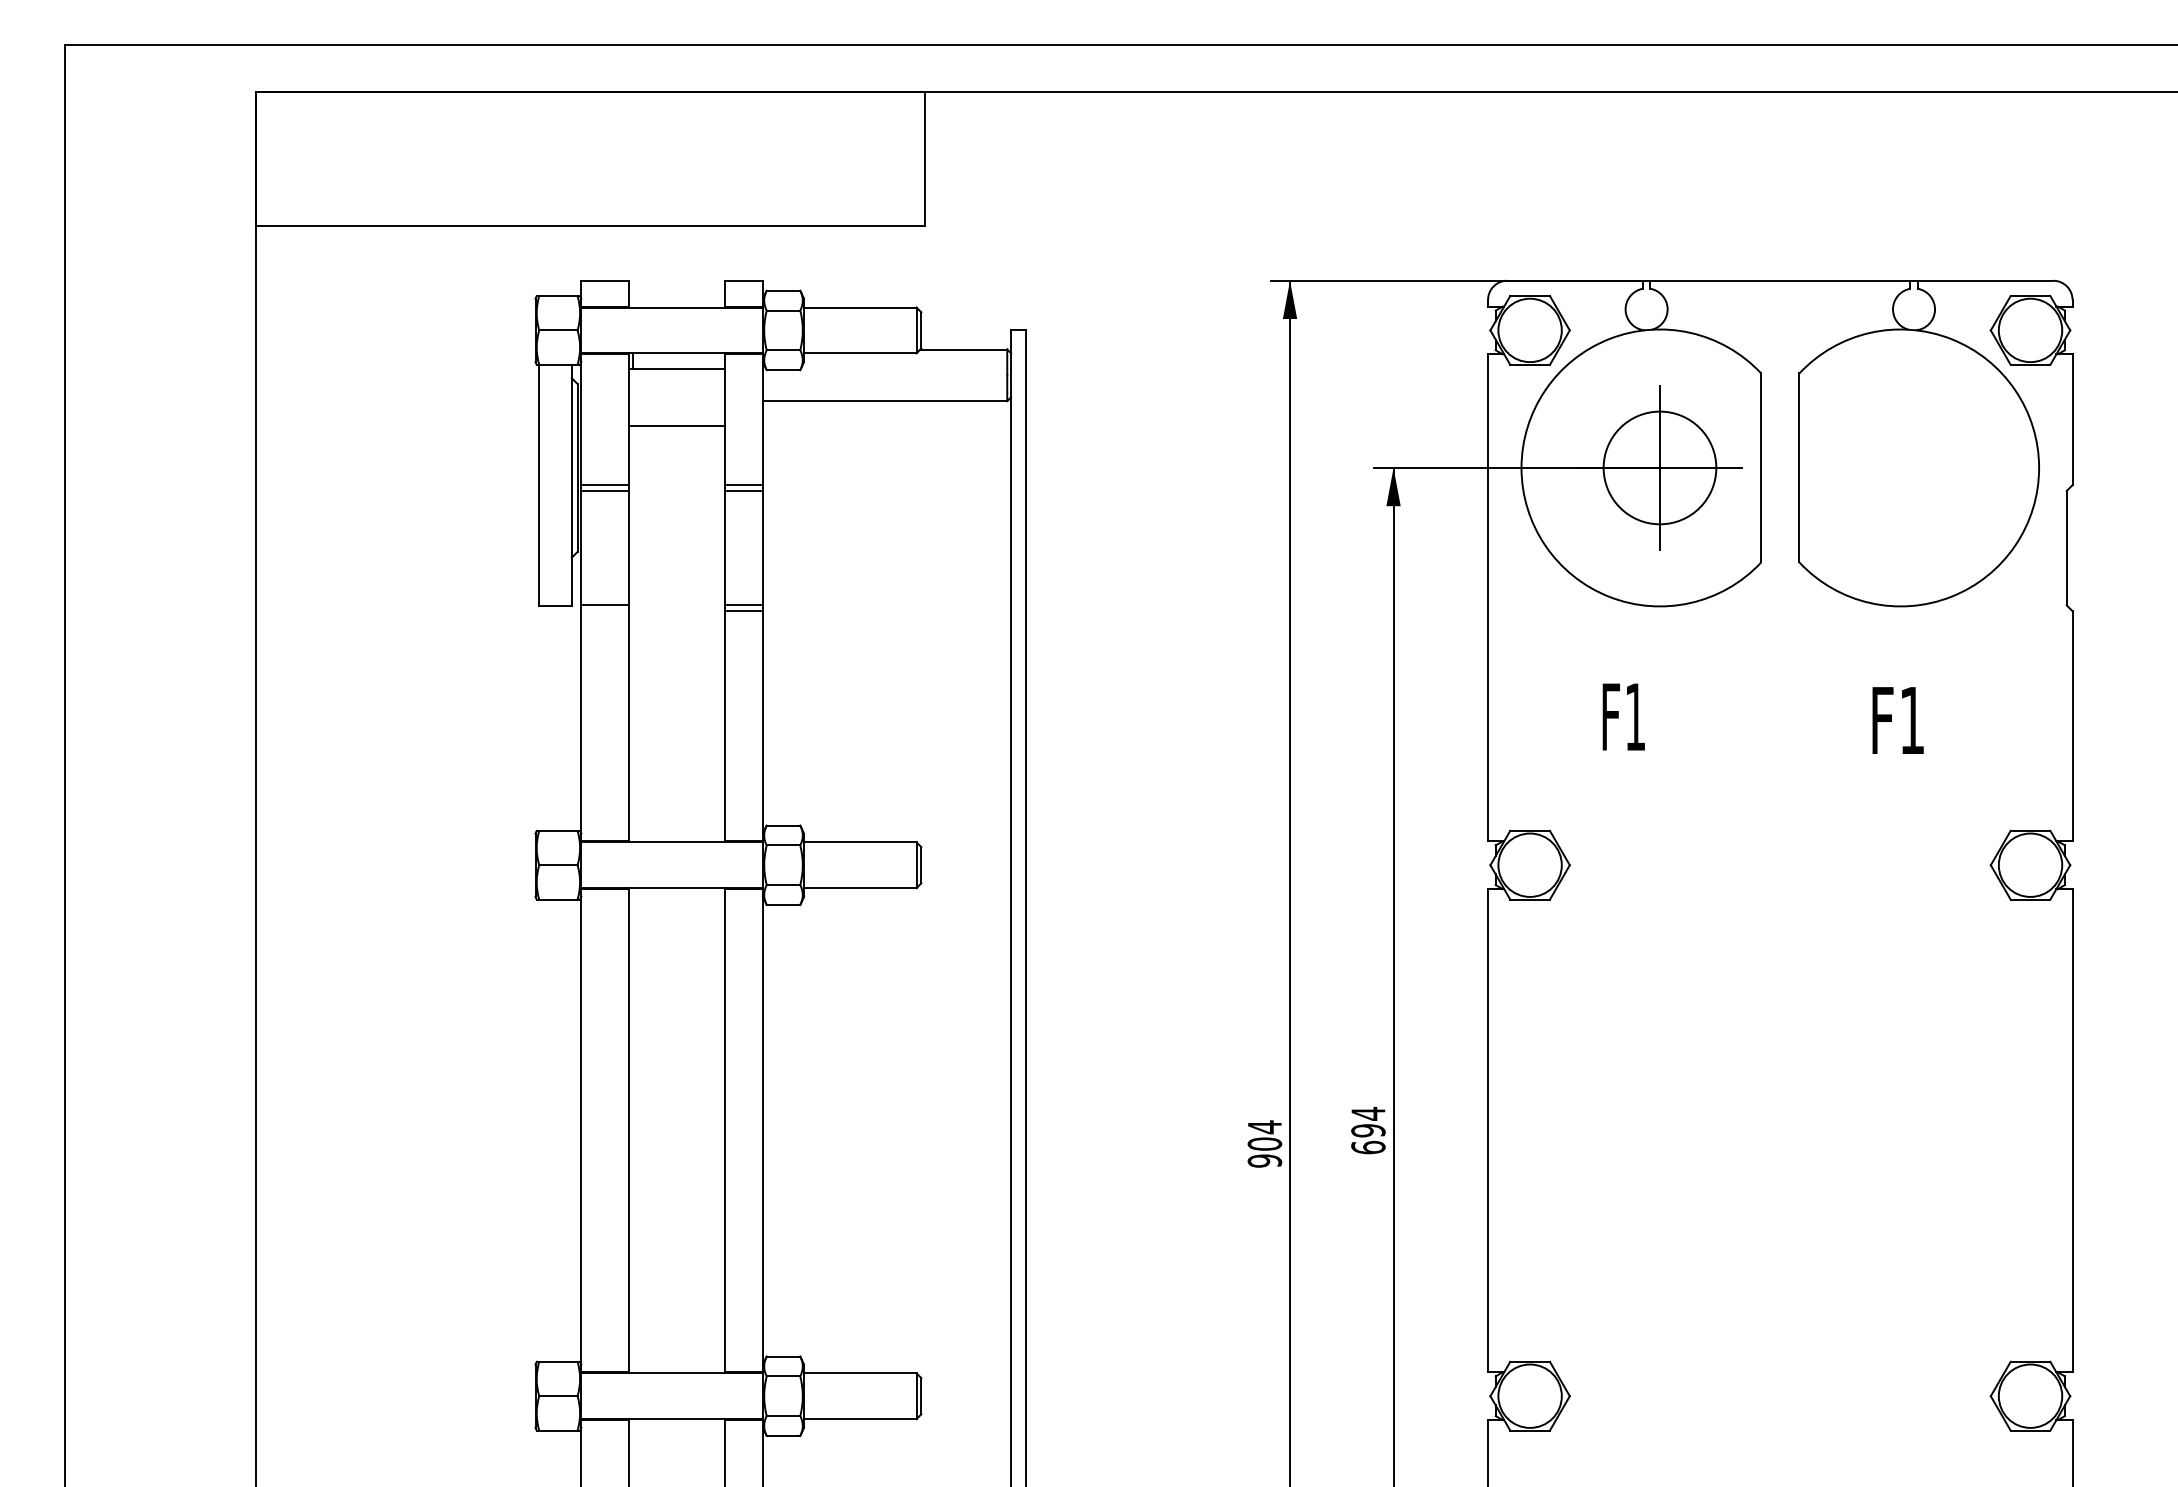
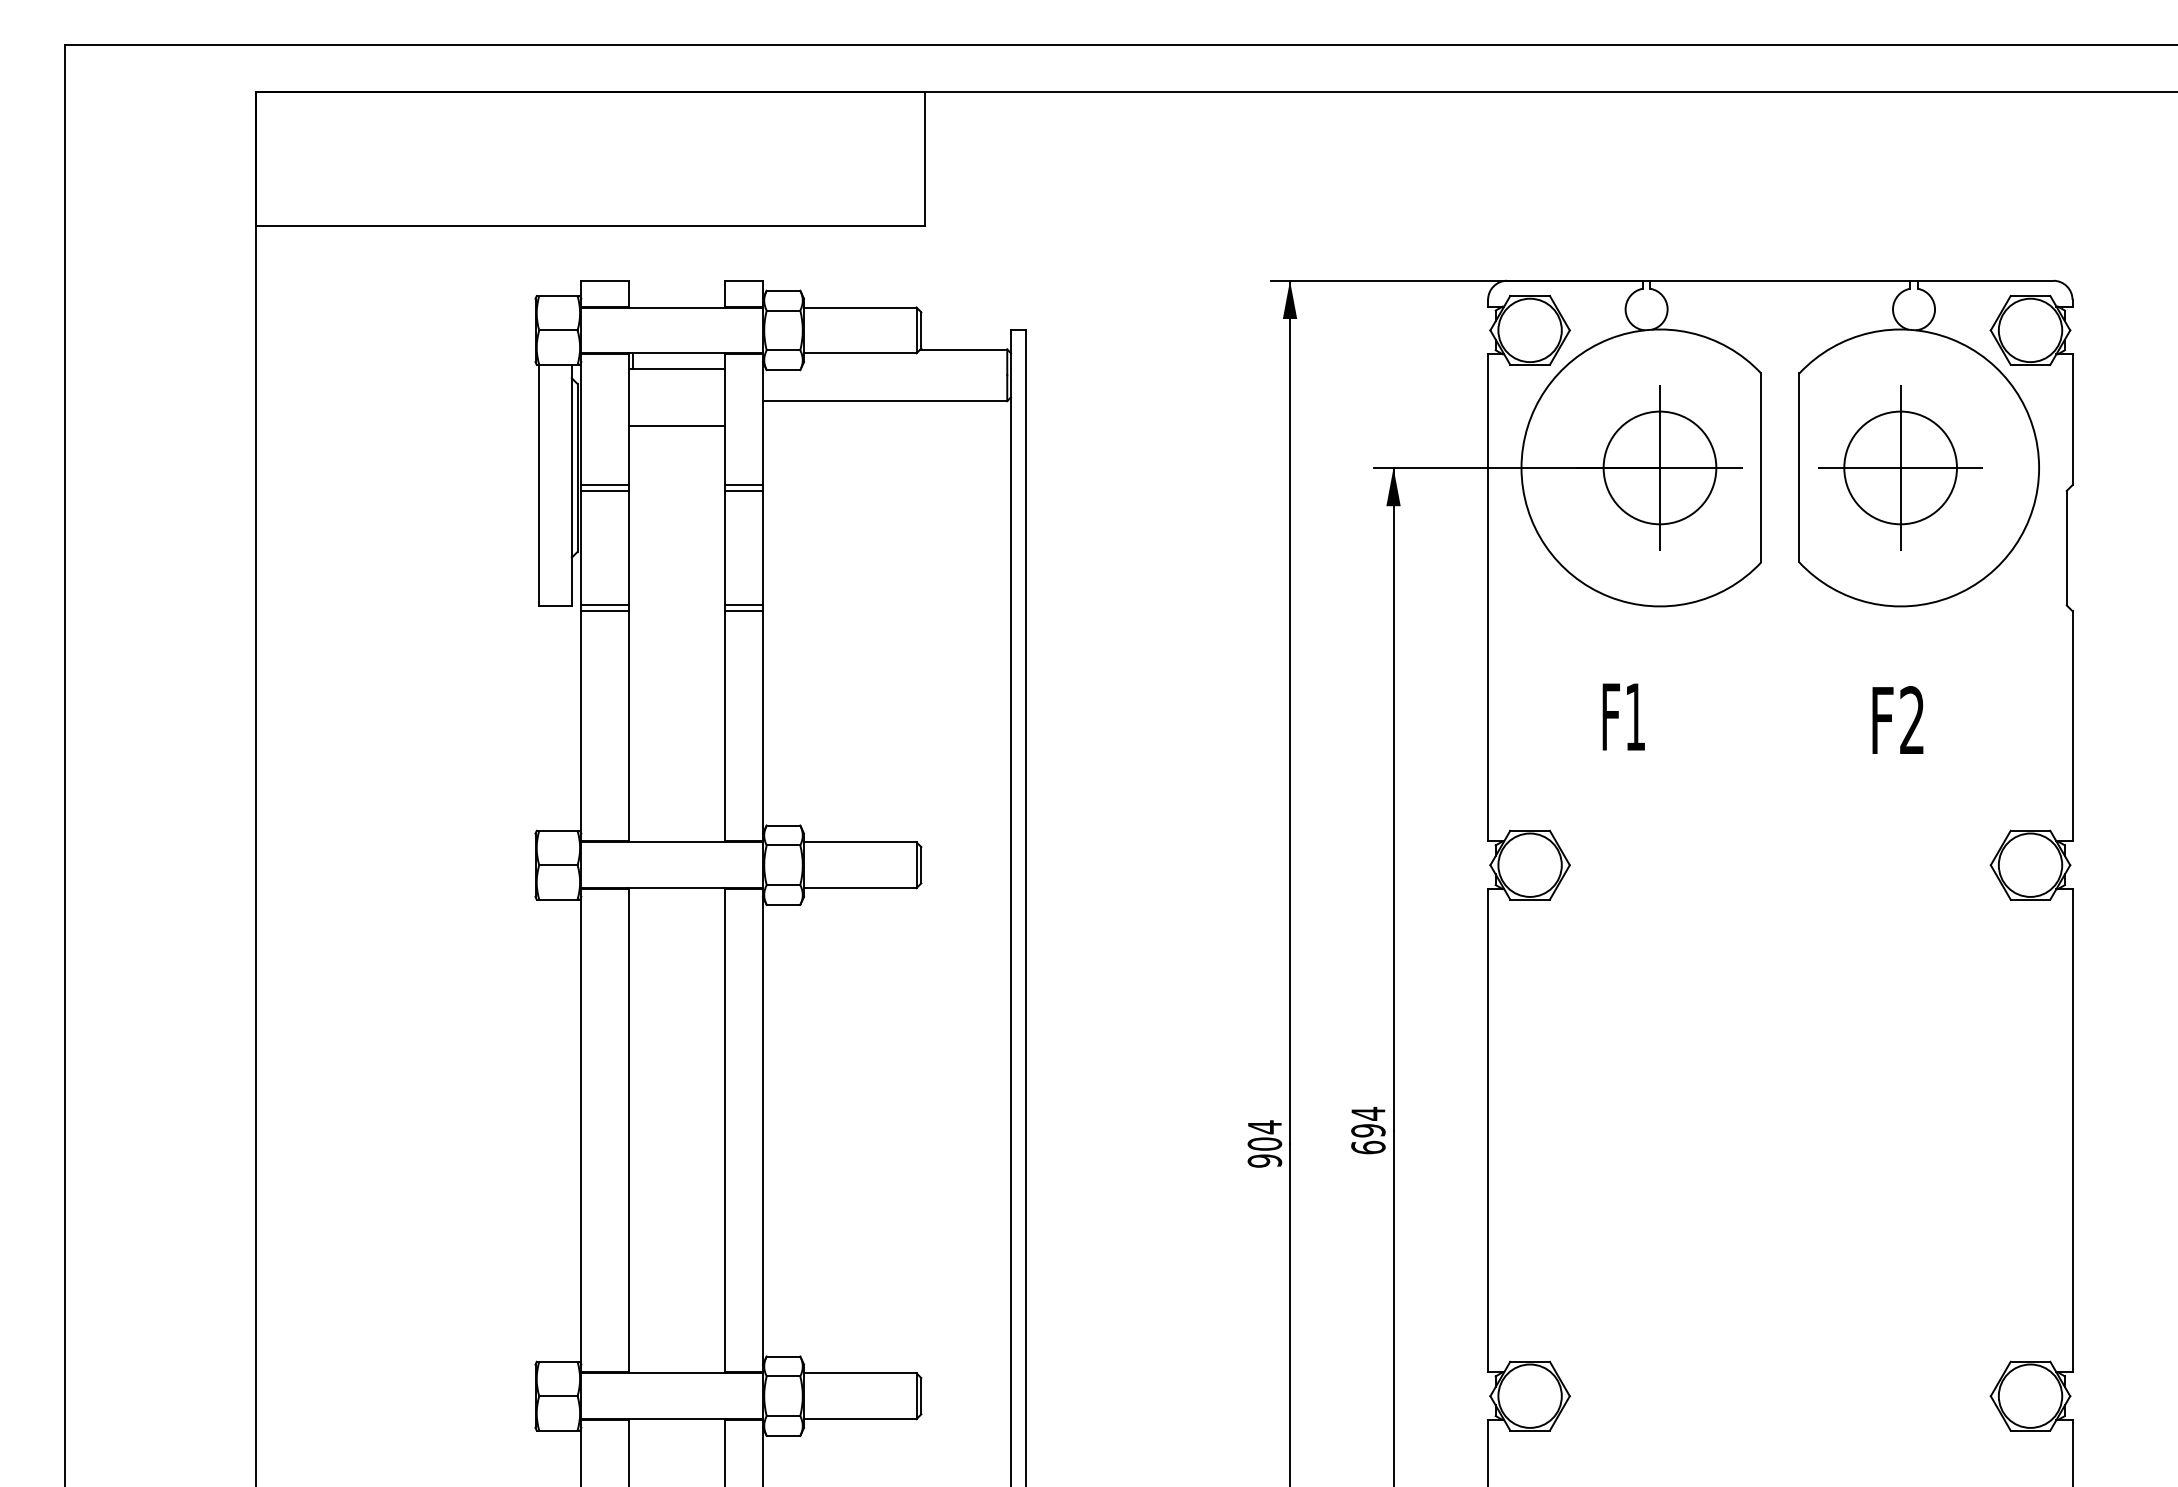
part at (1900, 467): none -> present
line at (605, 611): none -> present
text at (1911, 719): F1 -> F2
